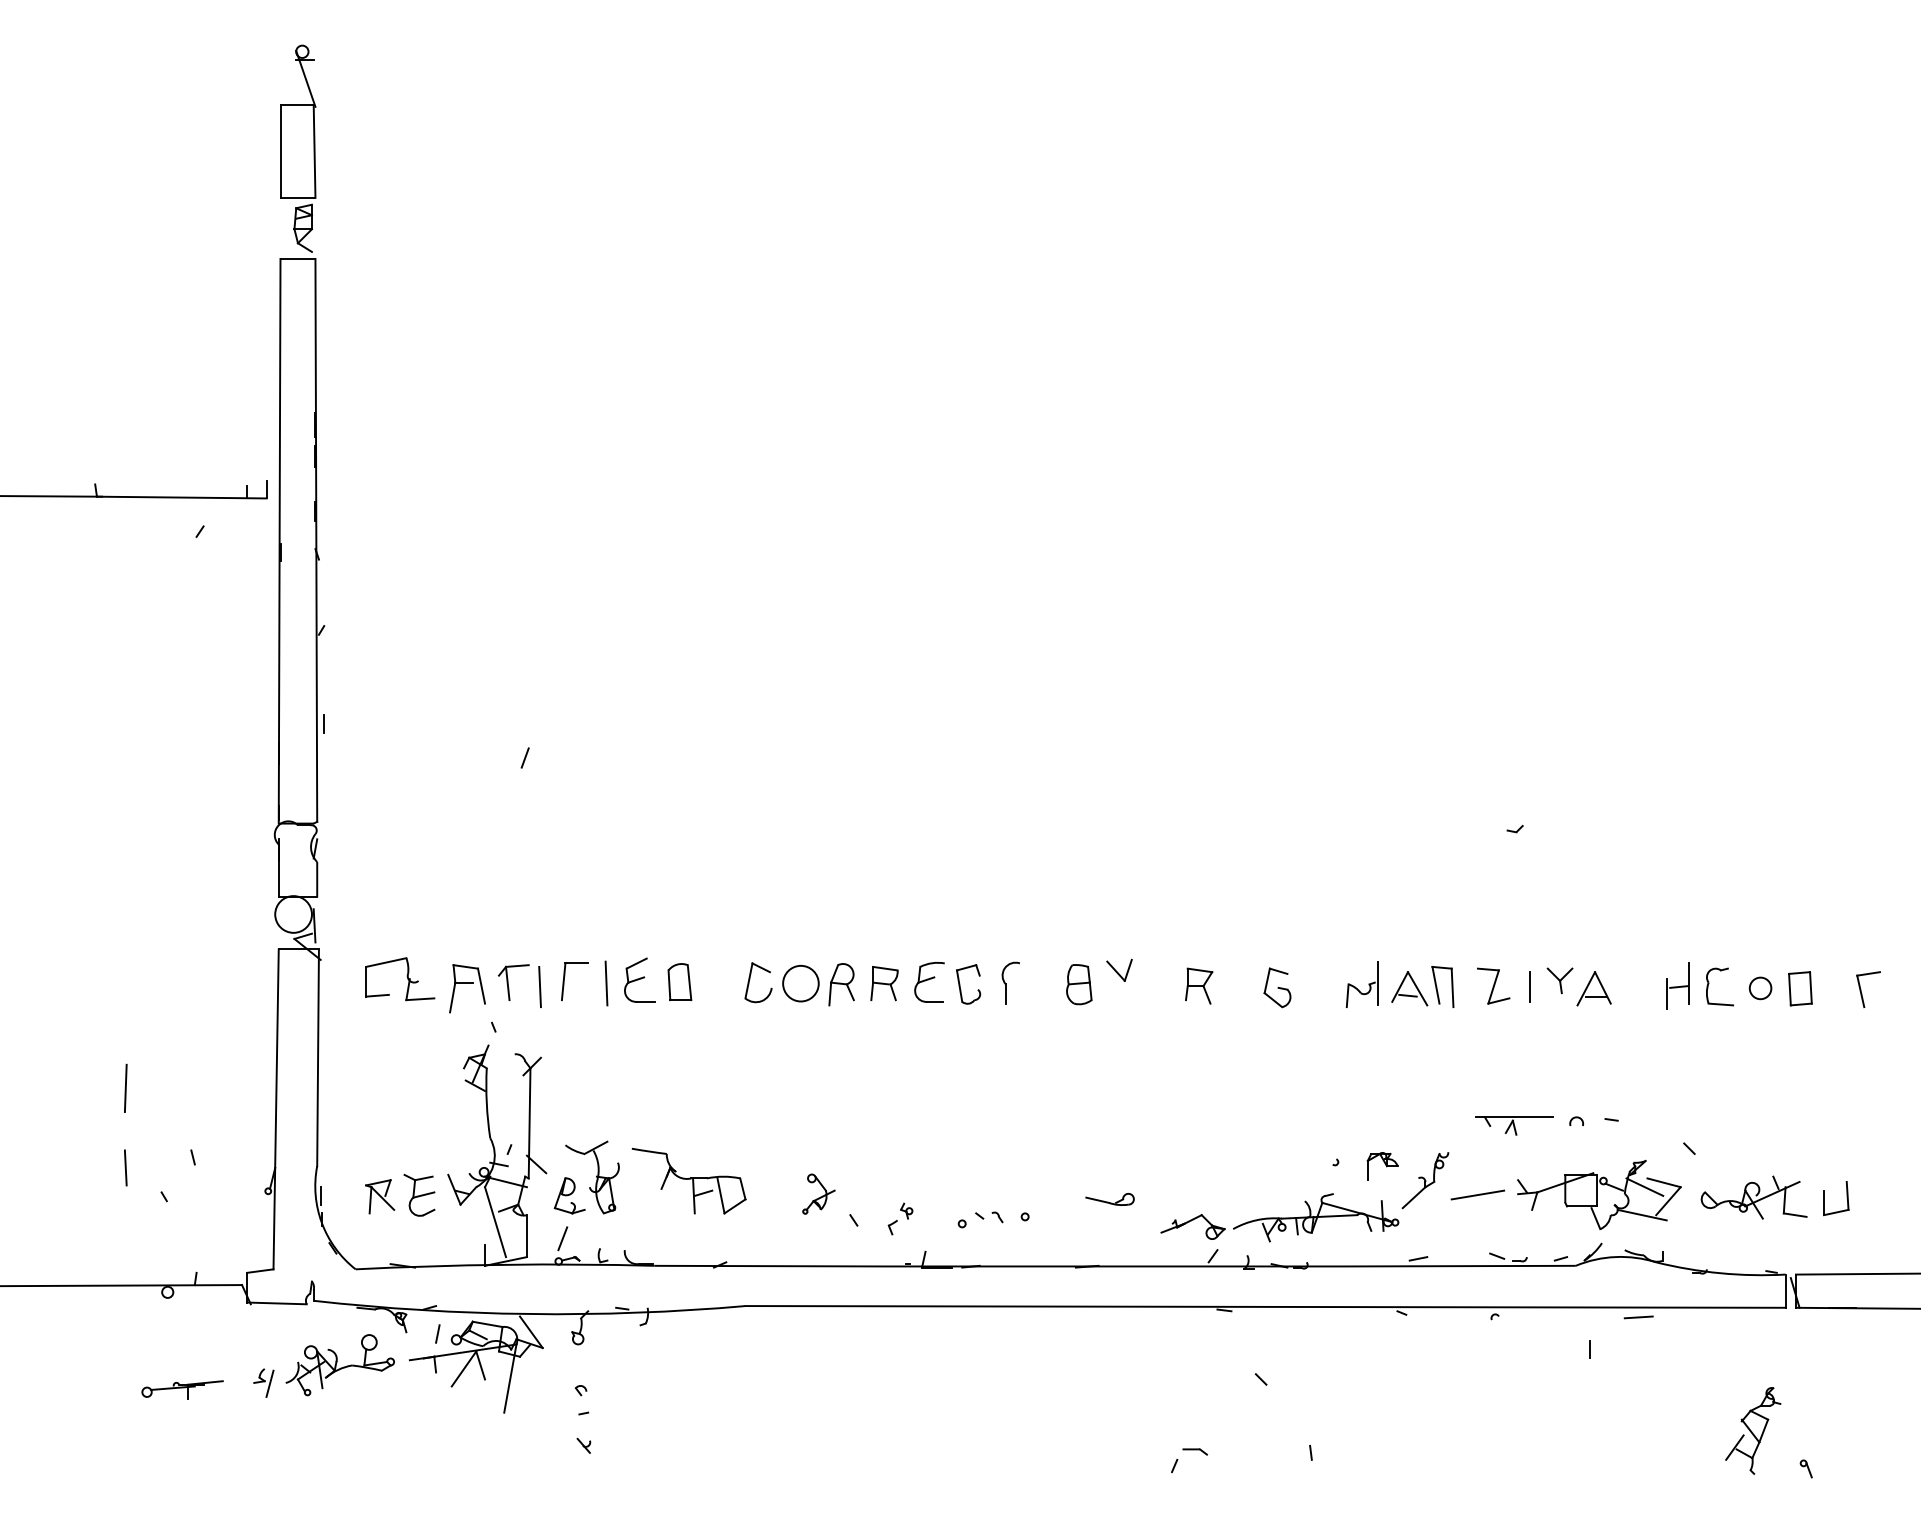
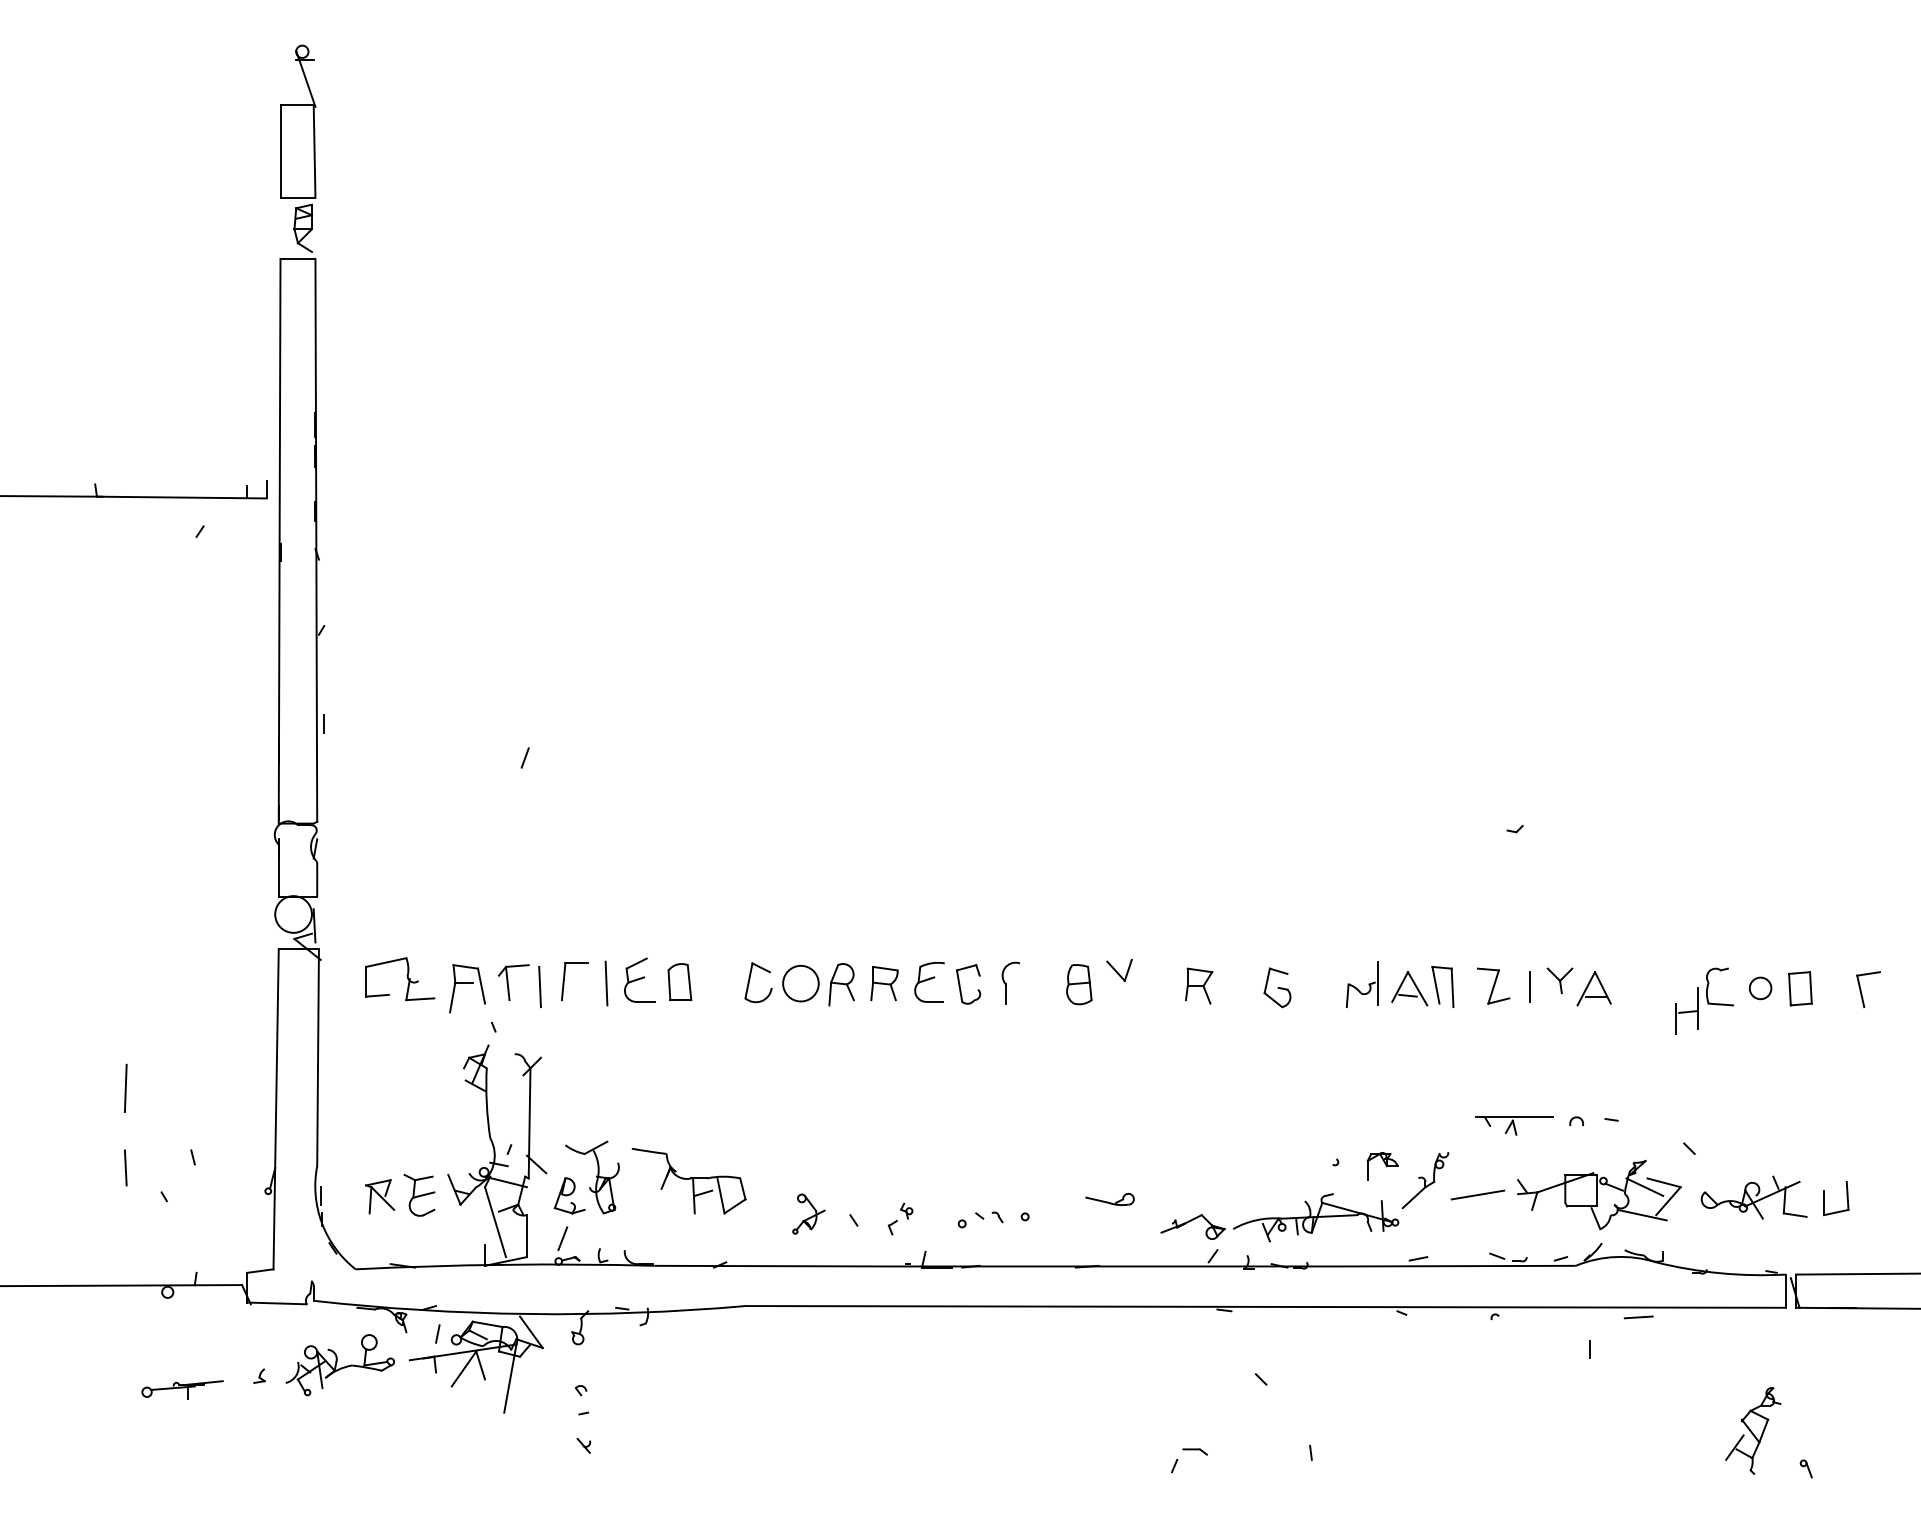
part at (1677, 985) position: (1677, 985) -> (1686, 1010)
part at (818, 1193) position: (818, 1193) -> (808, 1213)
line at (269, 1383): present -> none
